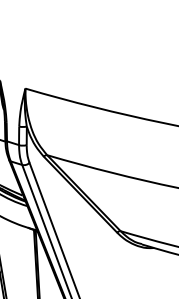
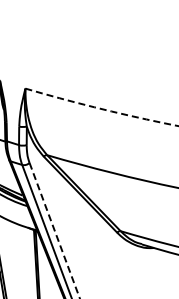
arc at (102, 109): solid -> dashed
line at (54, 231): solid -> dashed
